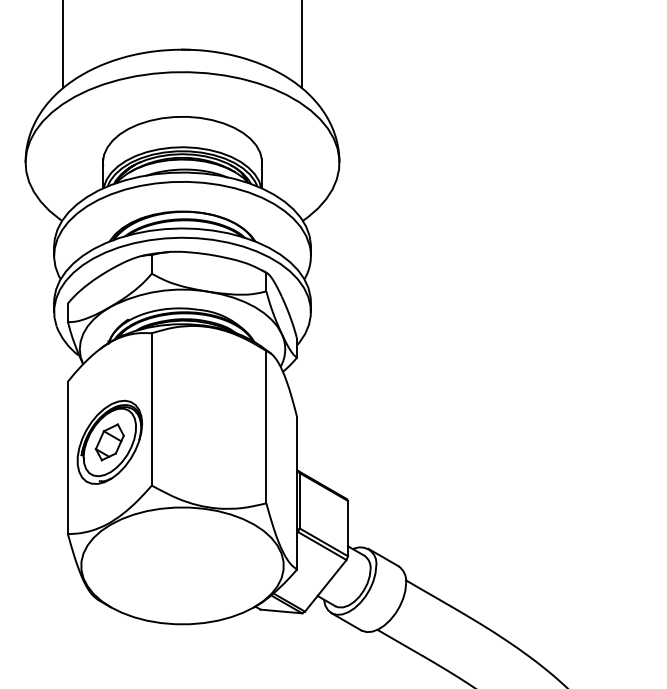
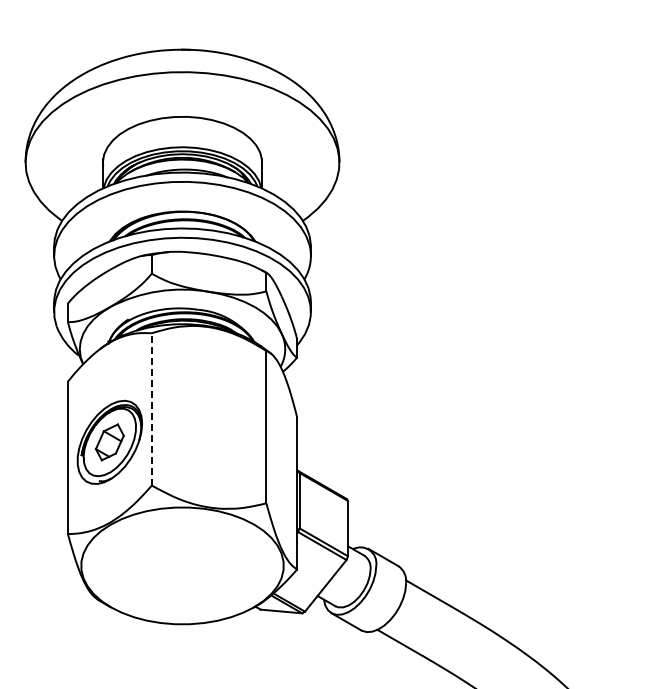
line at (62, 45): present -> none
line at (302, 45): present -> none
line at (151, 408): solid -> dashed
